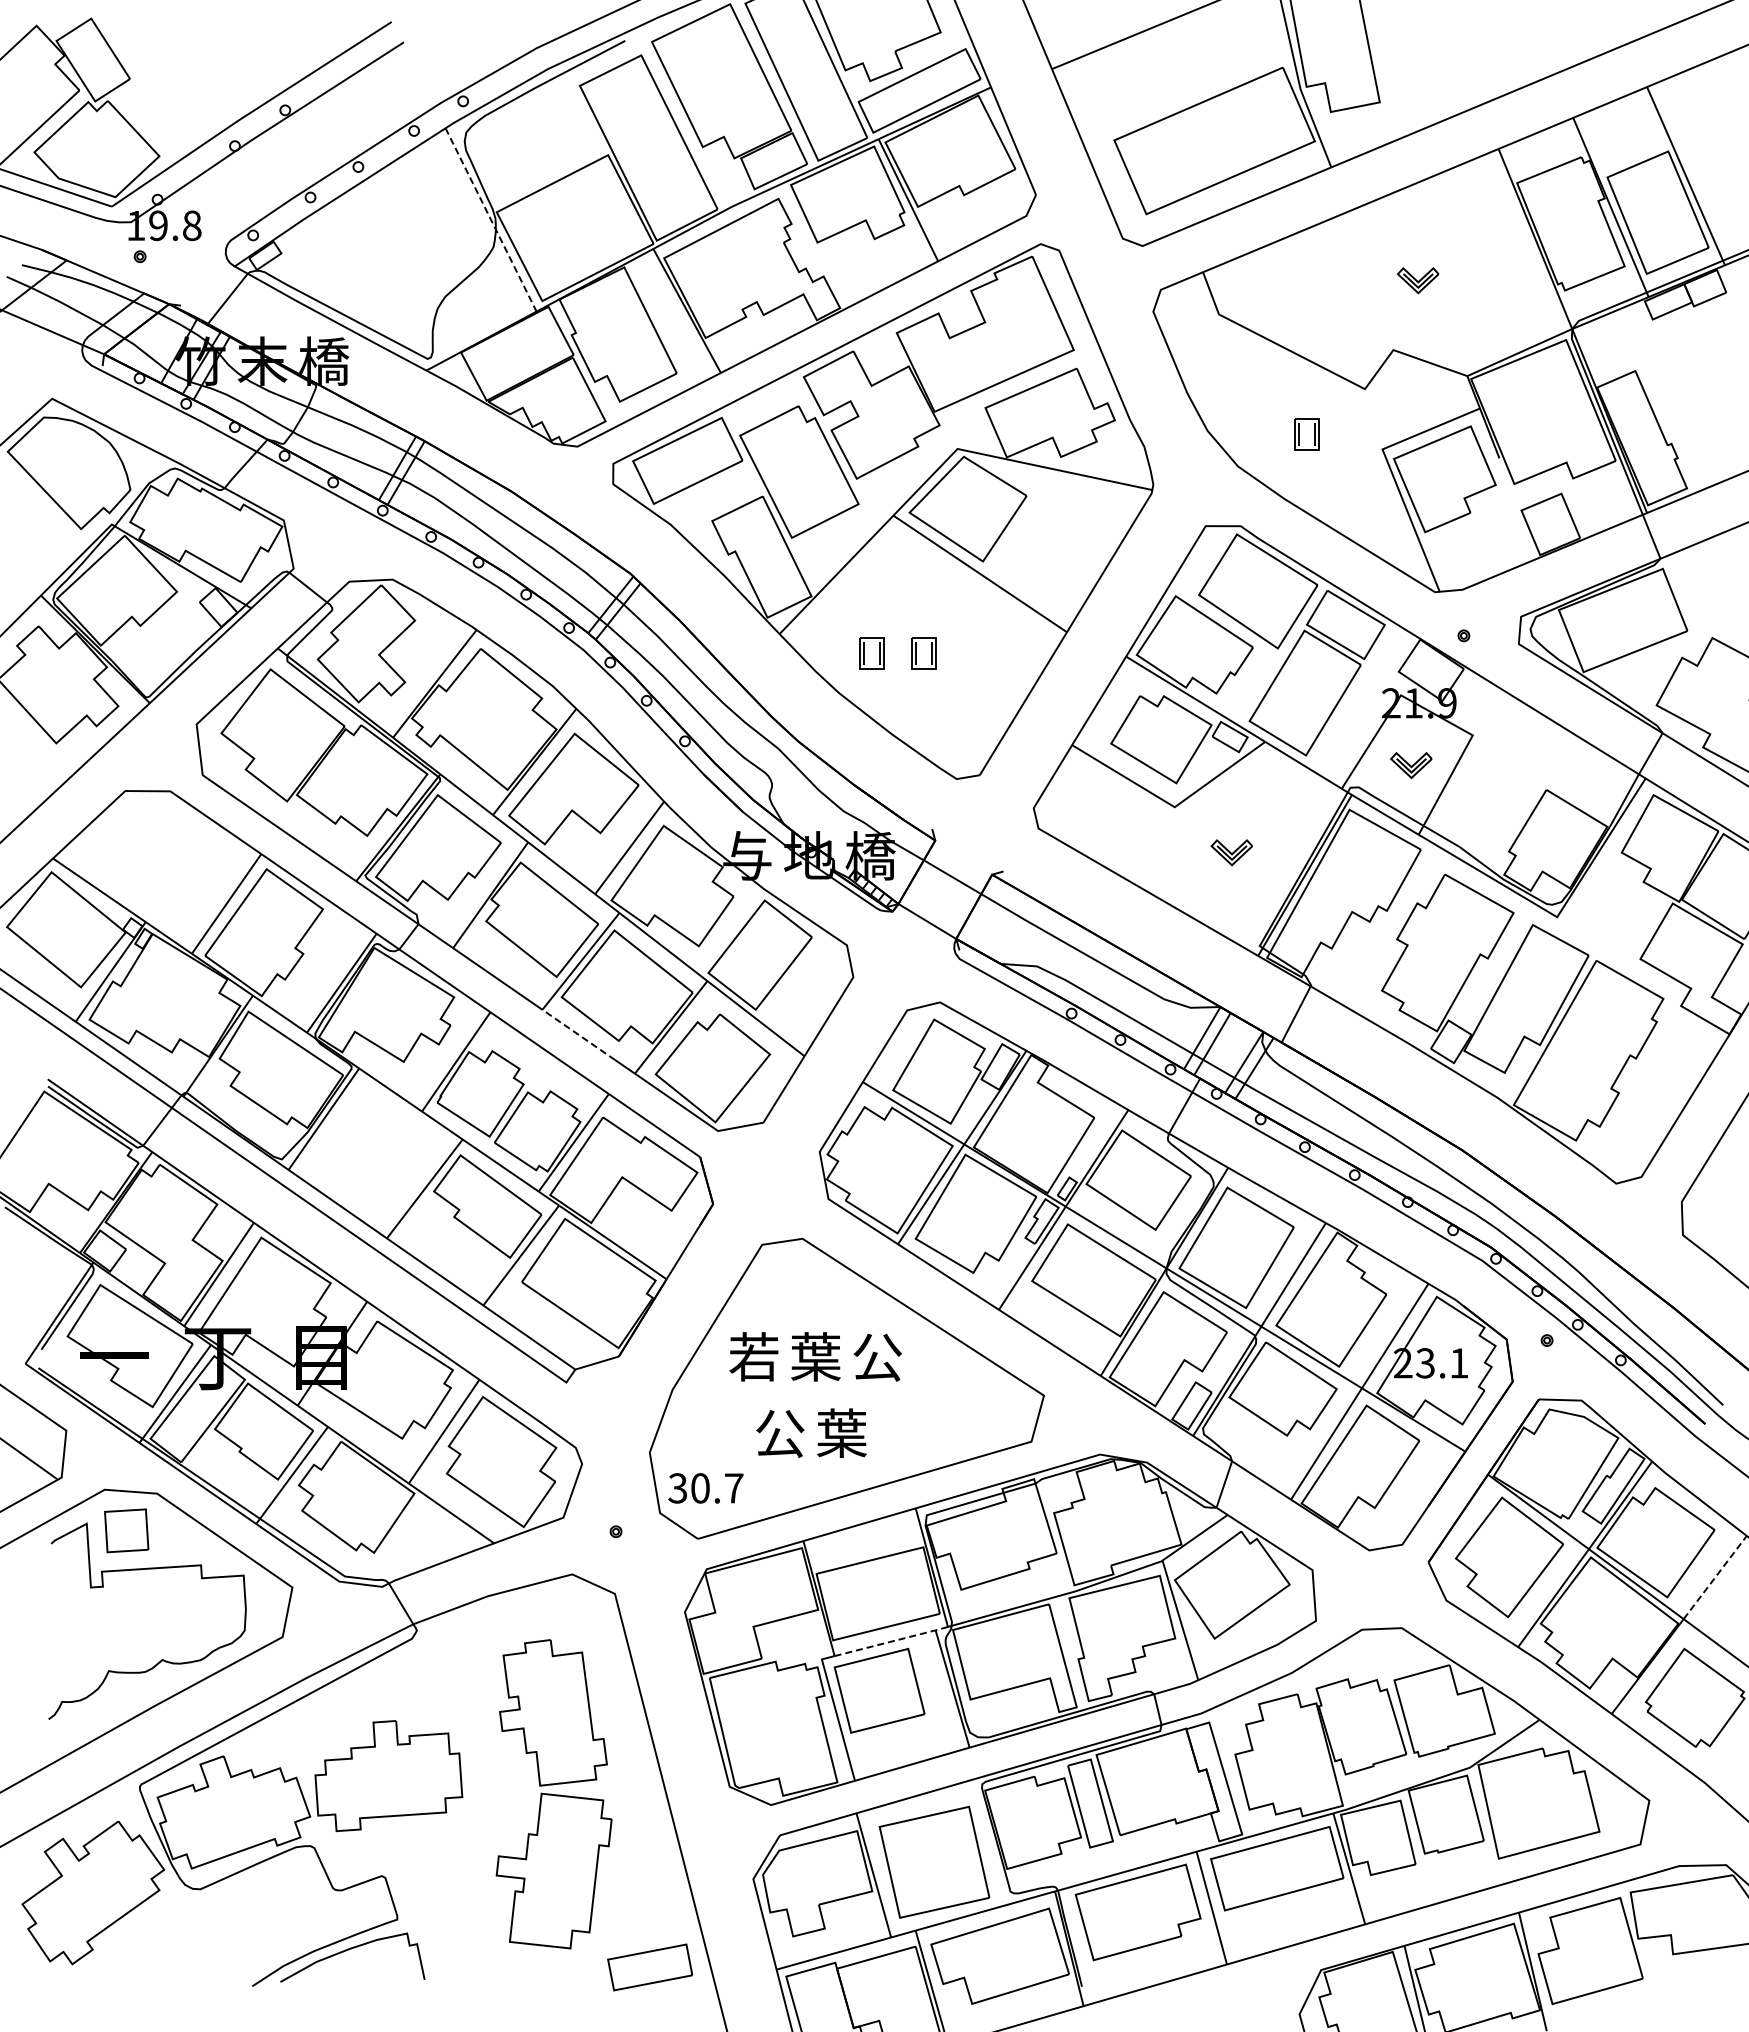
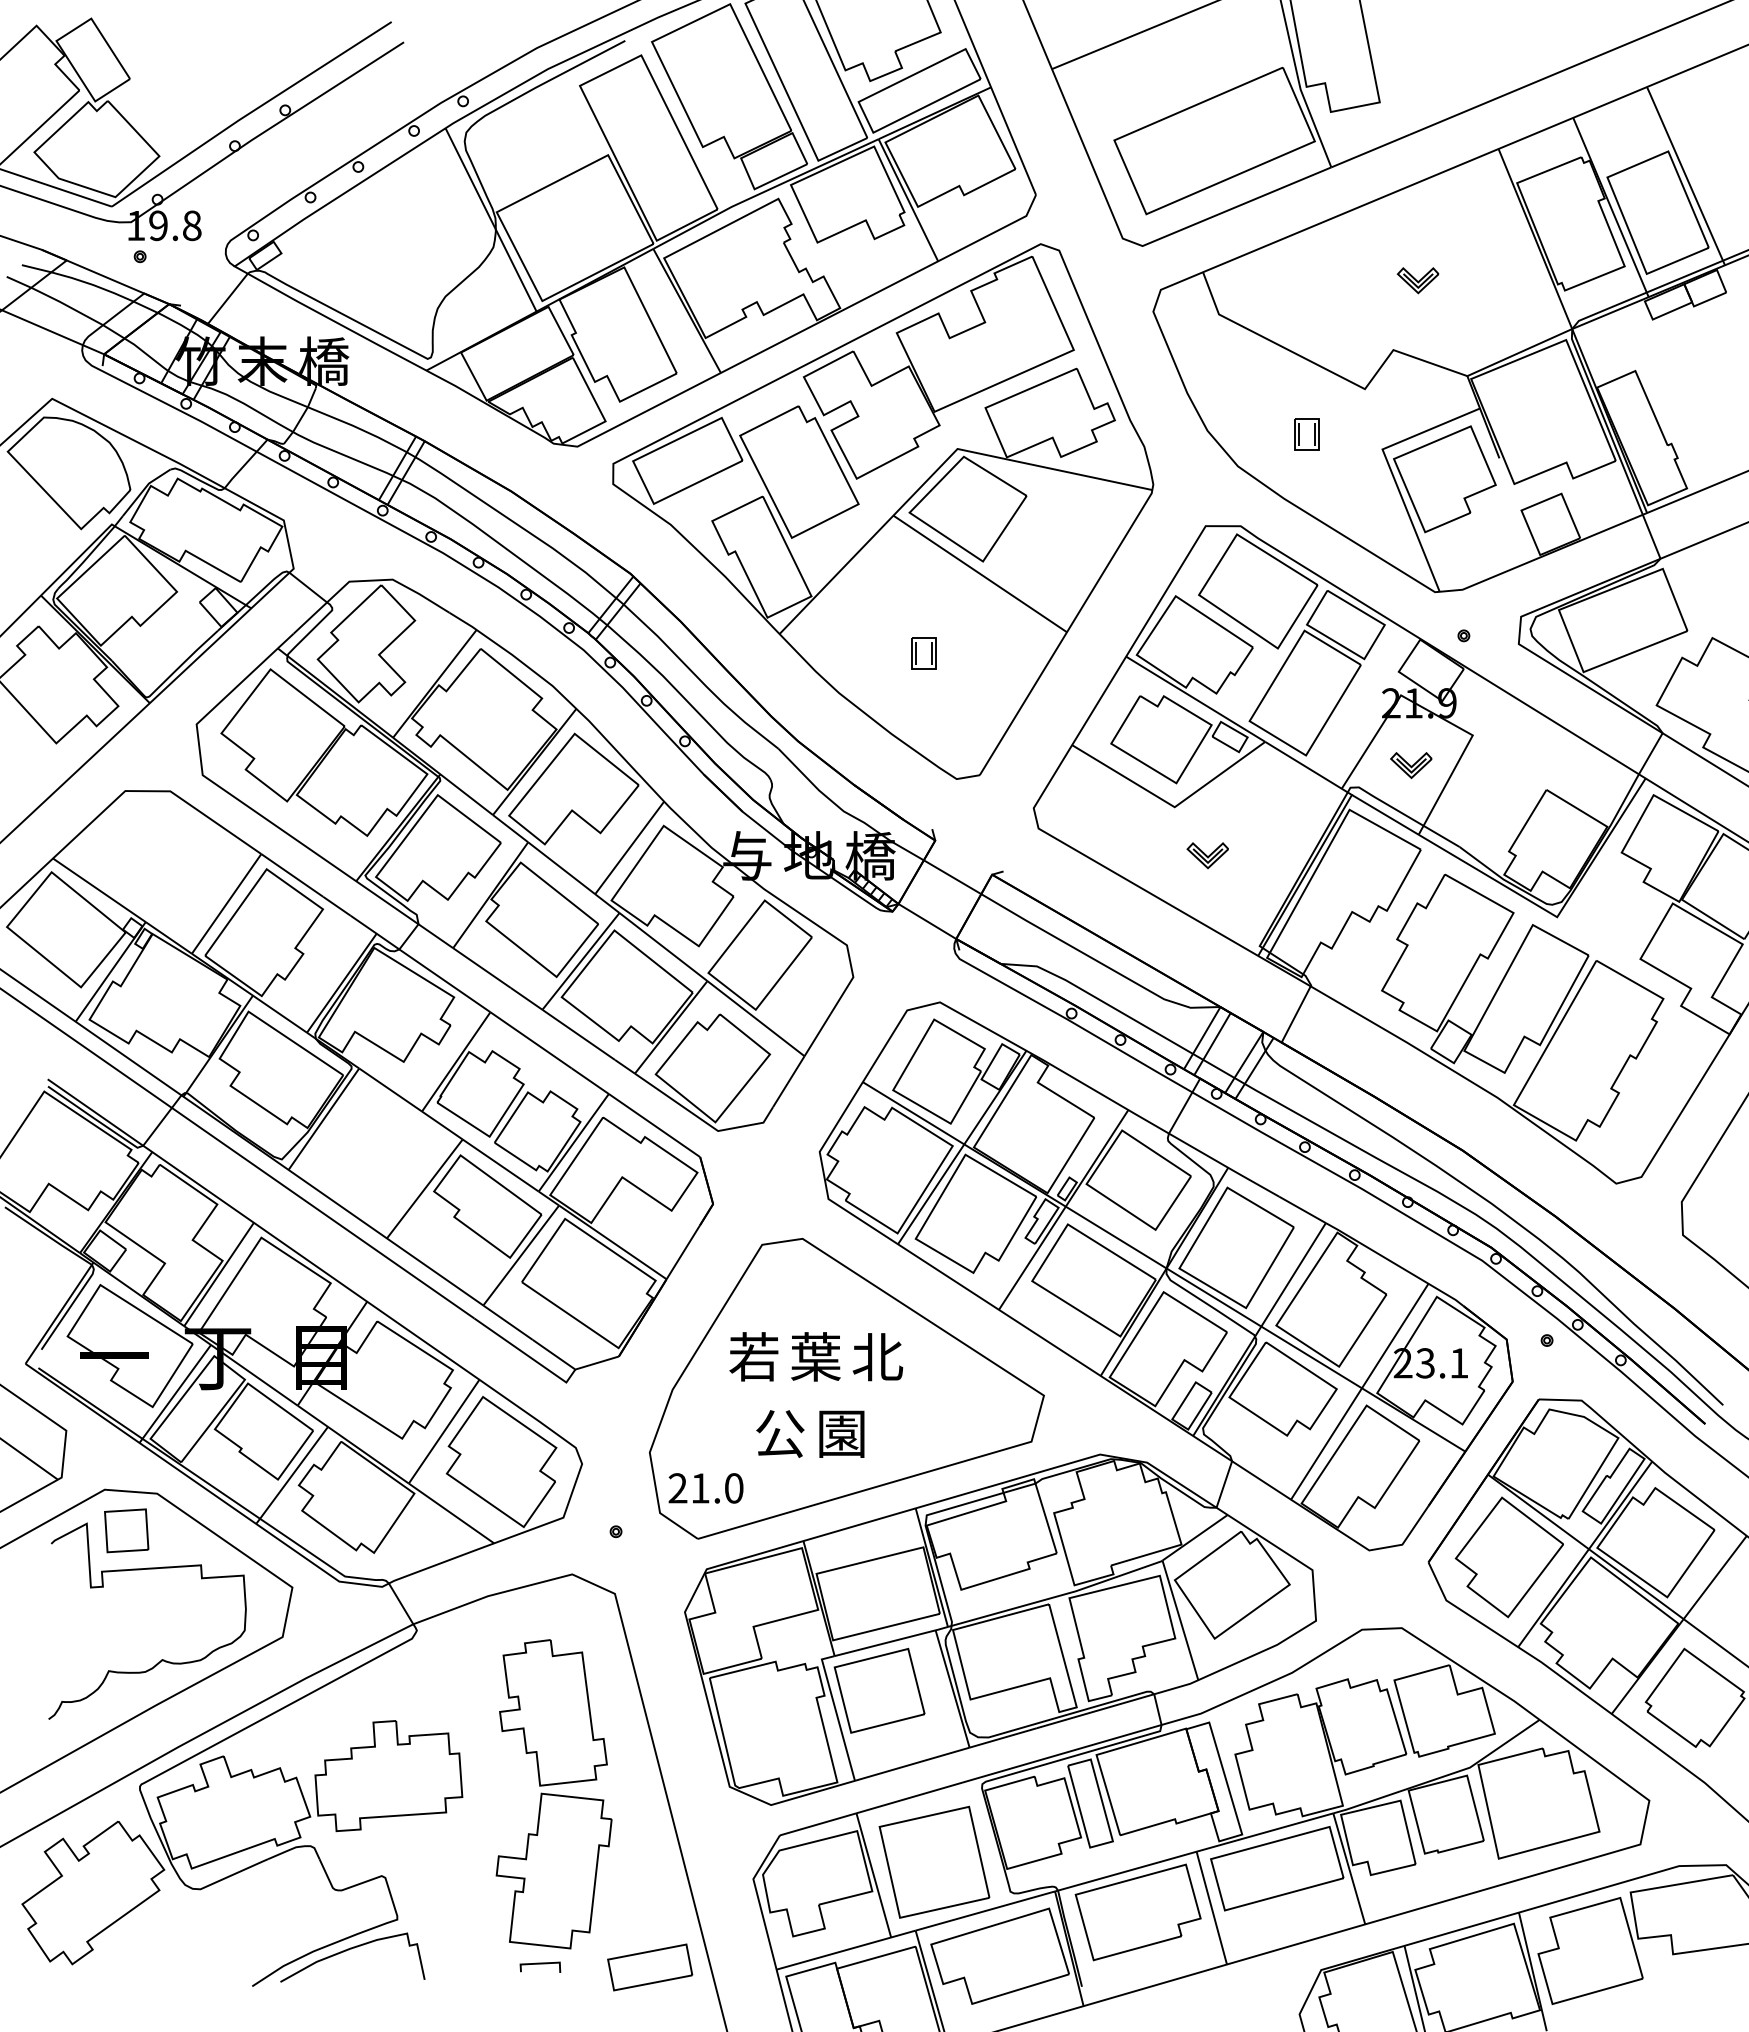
line at (491, 220): dashed -> solid
part at (871, 653): present -> none
part at (1231, 852) position: (1231, 852) -> (1207, 855)
line at (578, 1034): dashed -> solid
text at (877, 1357): 公 -> 北
text at (841, 1432): 葉 -> 園
text at (705, 1488): 30.7 -> 21.0
line at (1715, 1577): dashed -> solid
line at (893, 1641): dashed -> solid
line at (540, 1964): none -> present
